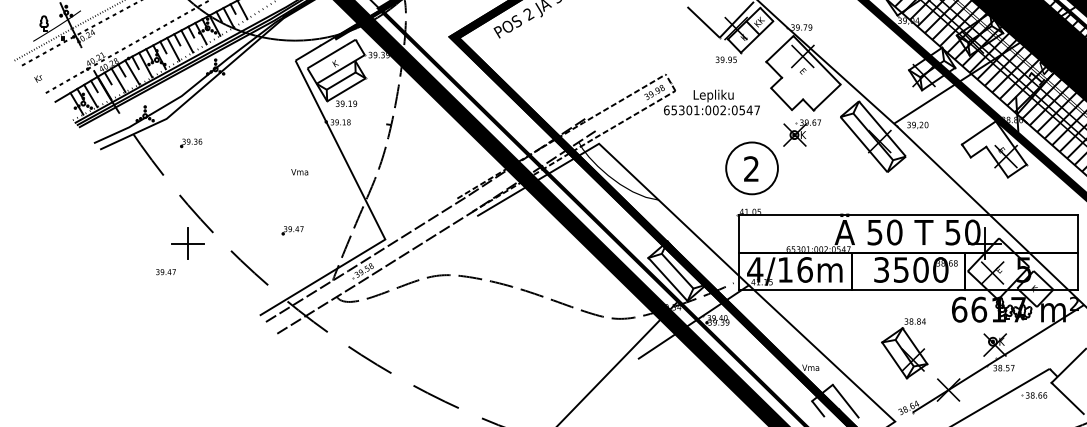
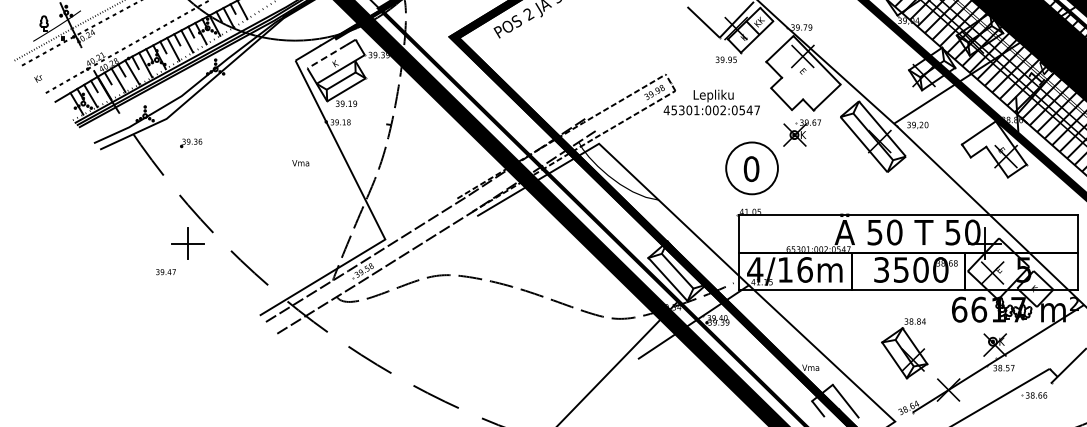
line at (326, 57): solid -> dashed
text at (666, 110): 65301:002:0547 -> 45301:002:0547
text at (751, 169): 2 -> 0
text at (299, 172) position: (299, 172) -> (300, 163)
part at (292, 230): present -> none
line at (1067, 397): present -> none
